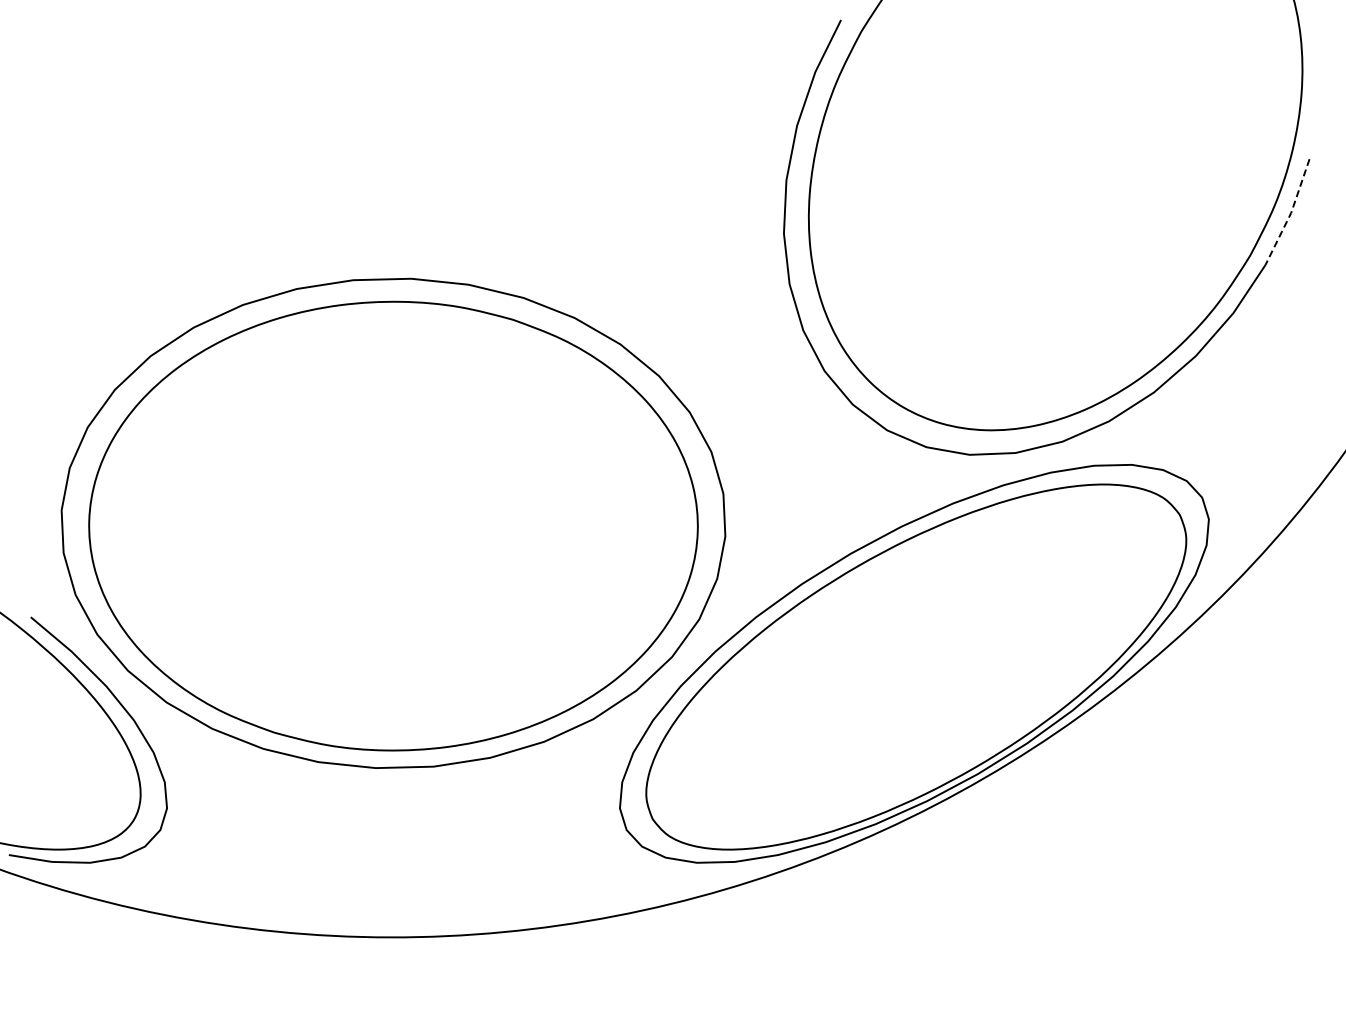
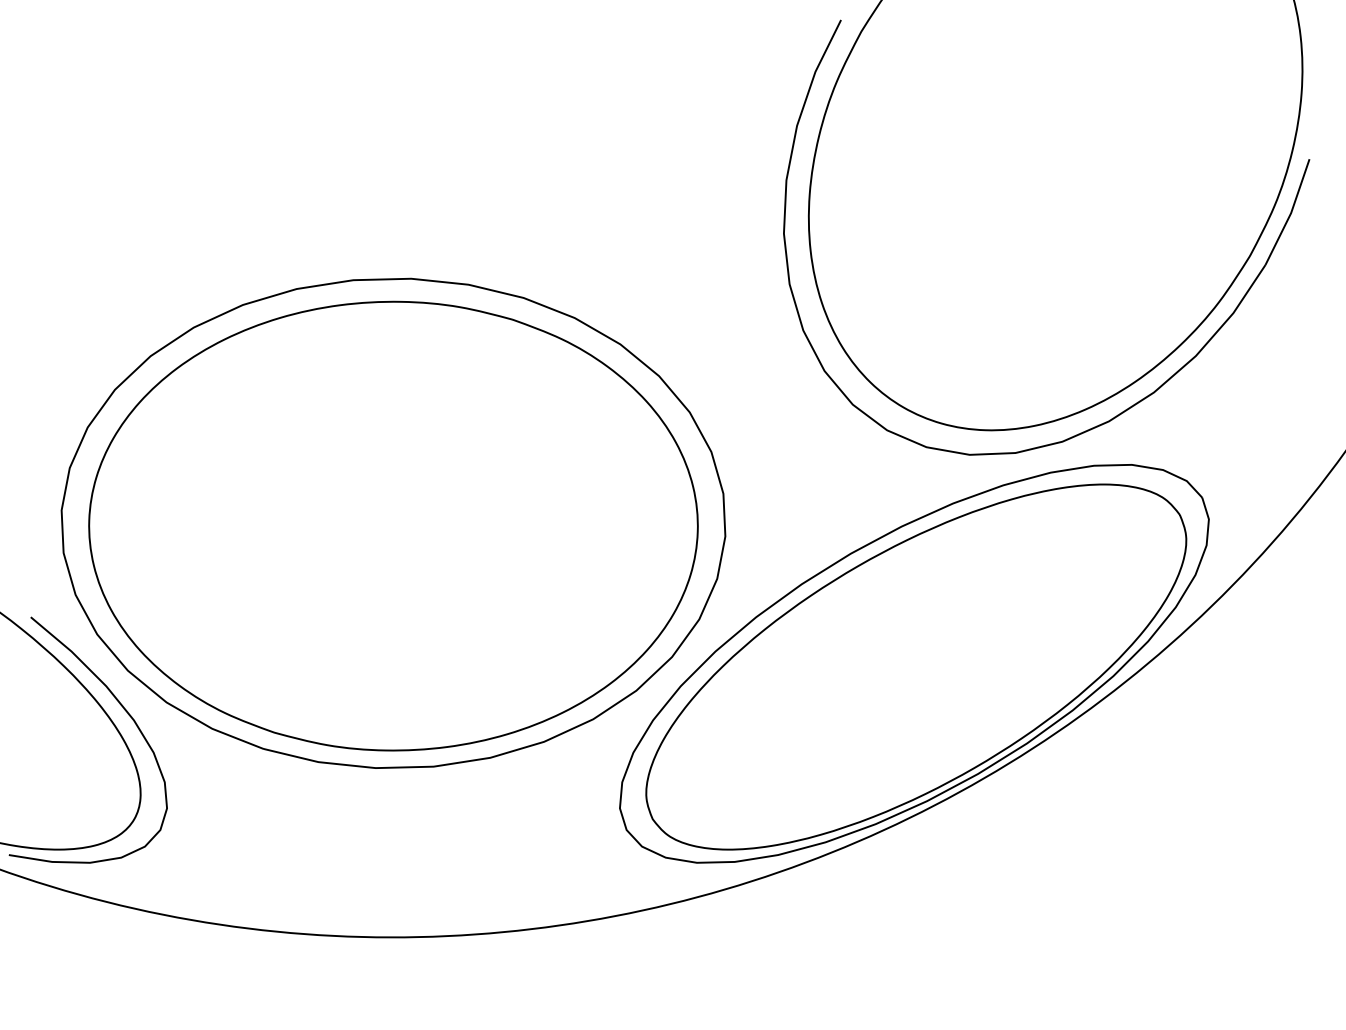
line at (1291, 213): dashed -> solid
